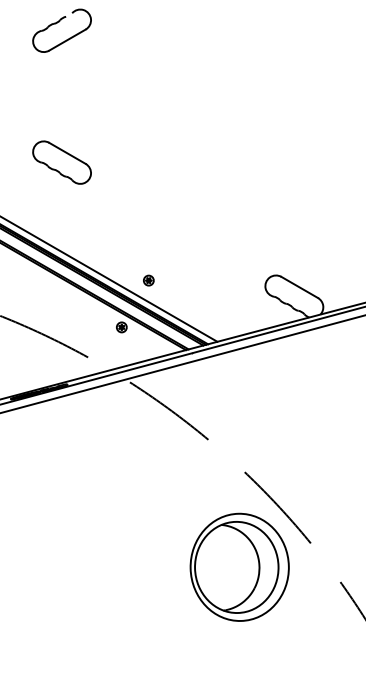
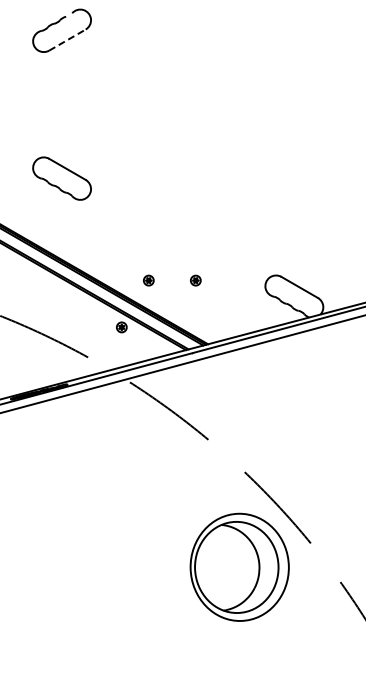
line at (67, 39): solid -> dashed
part at (61, 162) position: (61, 162) -> (61, 178)
line at (109, 279): present -> none
part at (195, 280): none -> present
